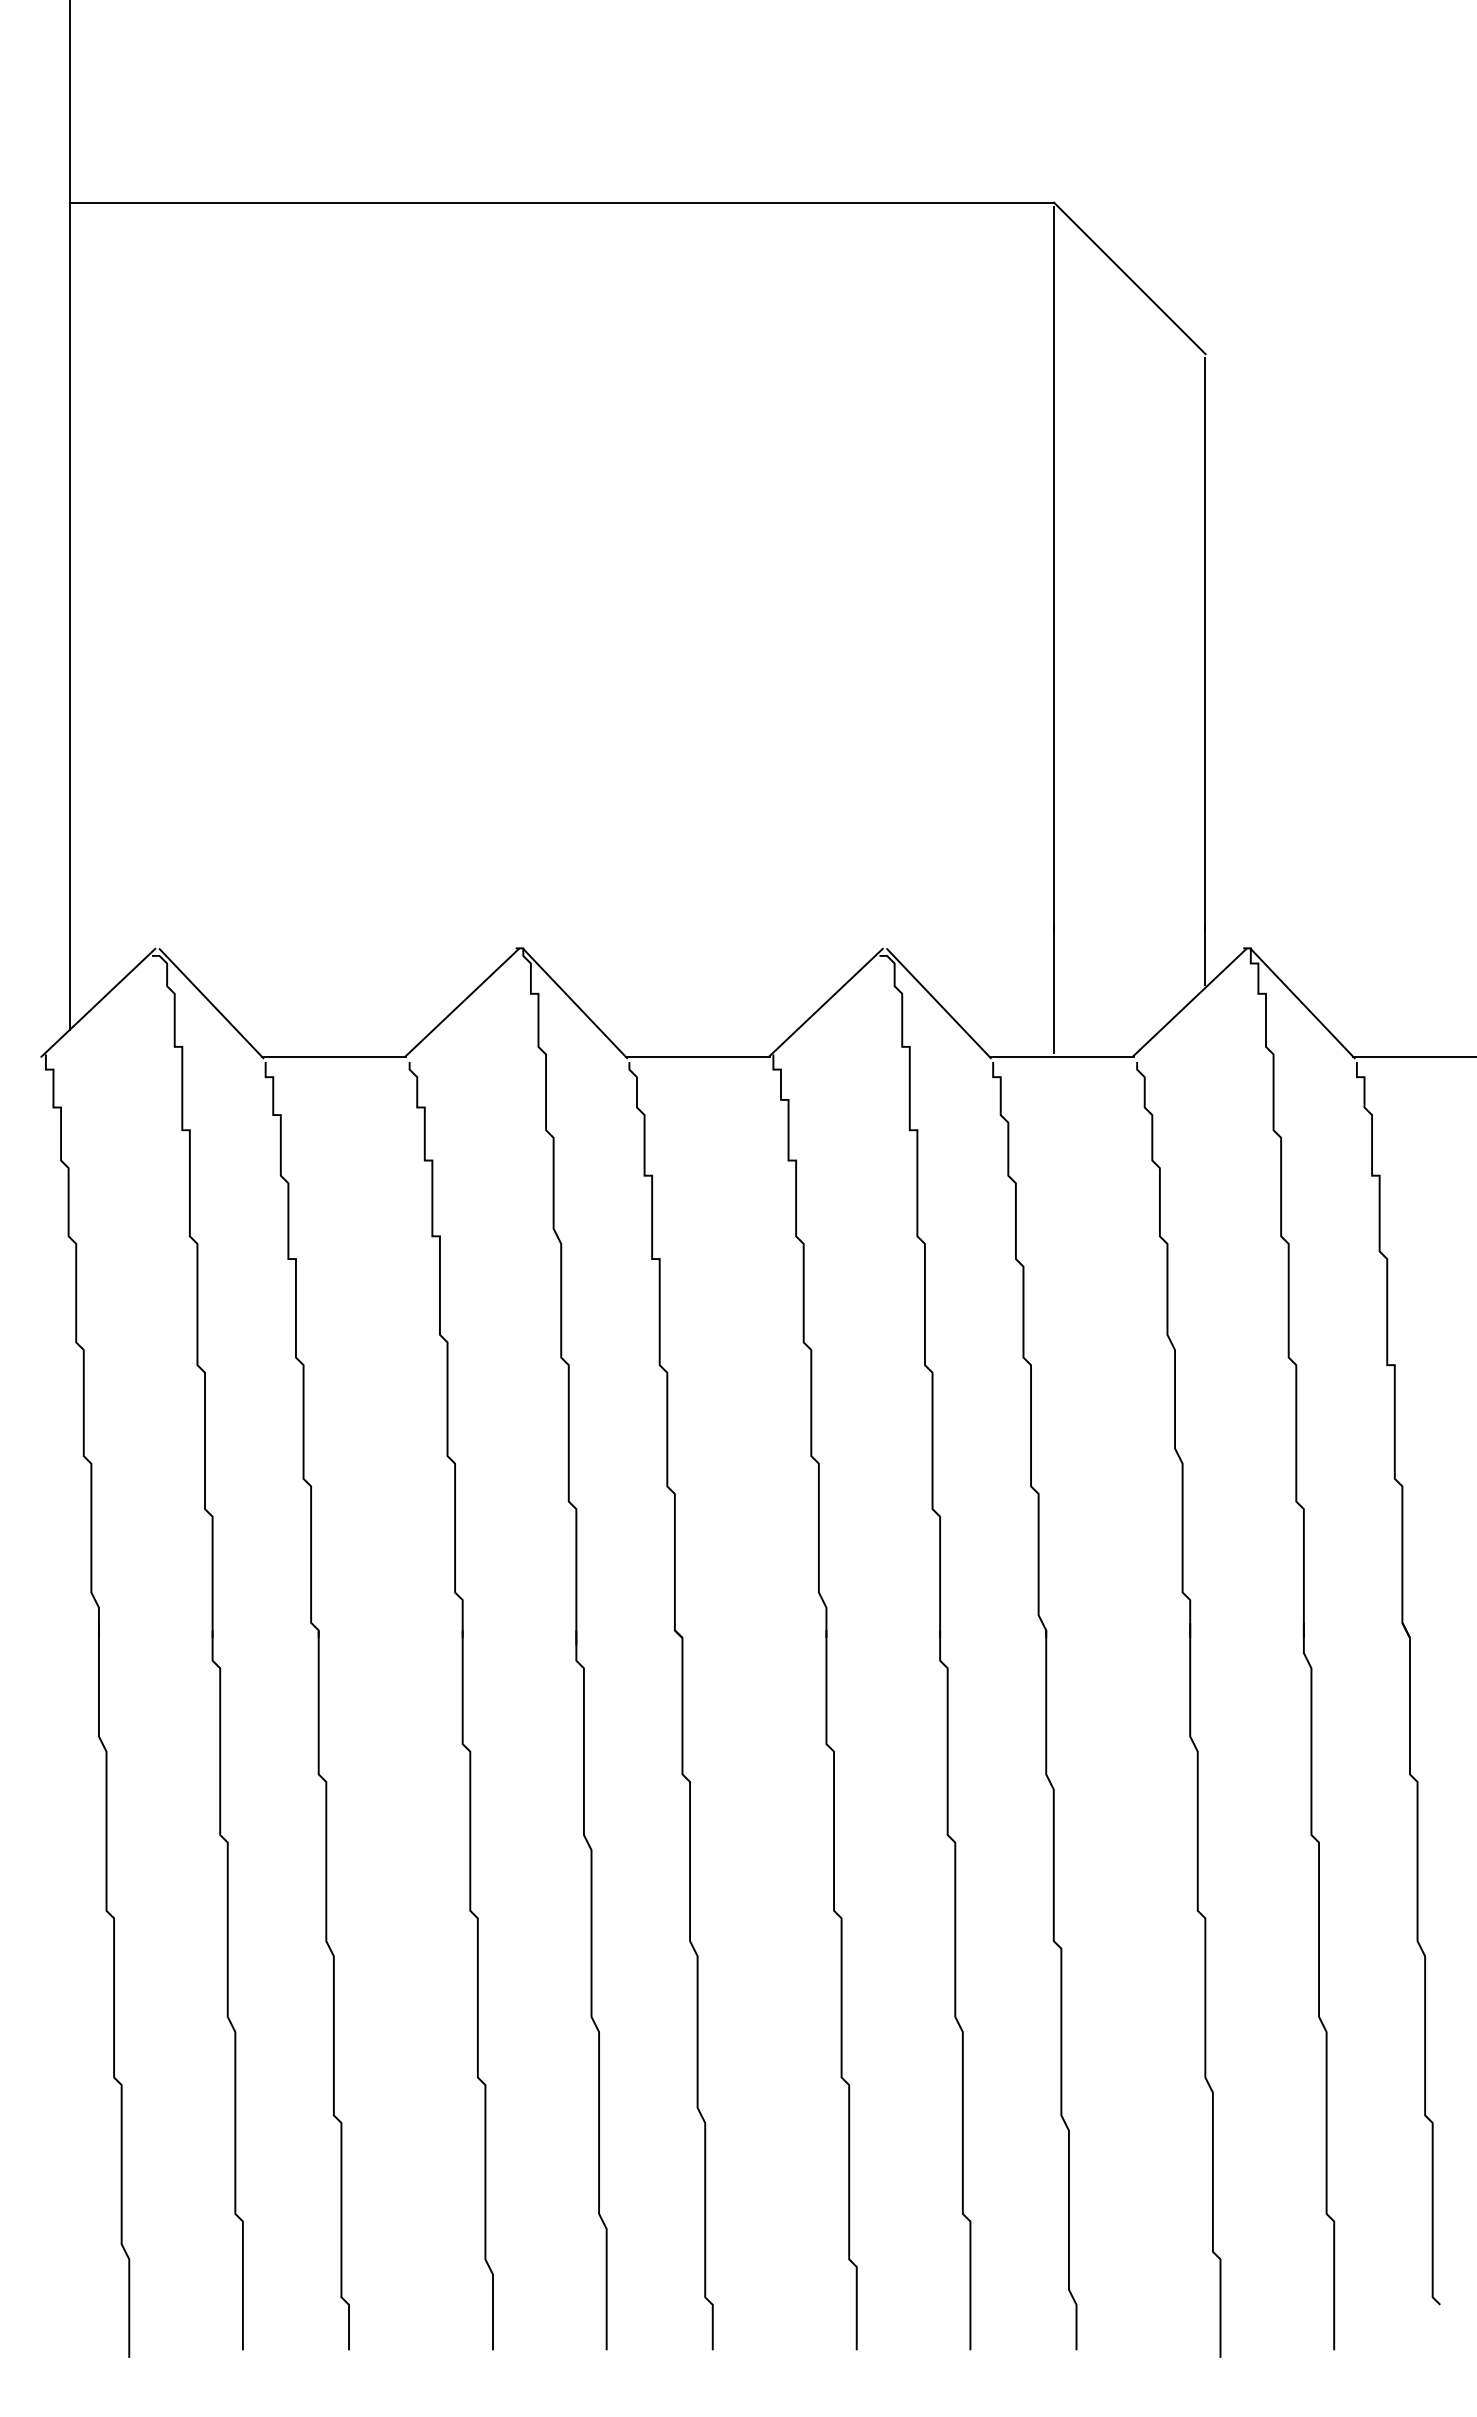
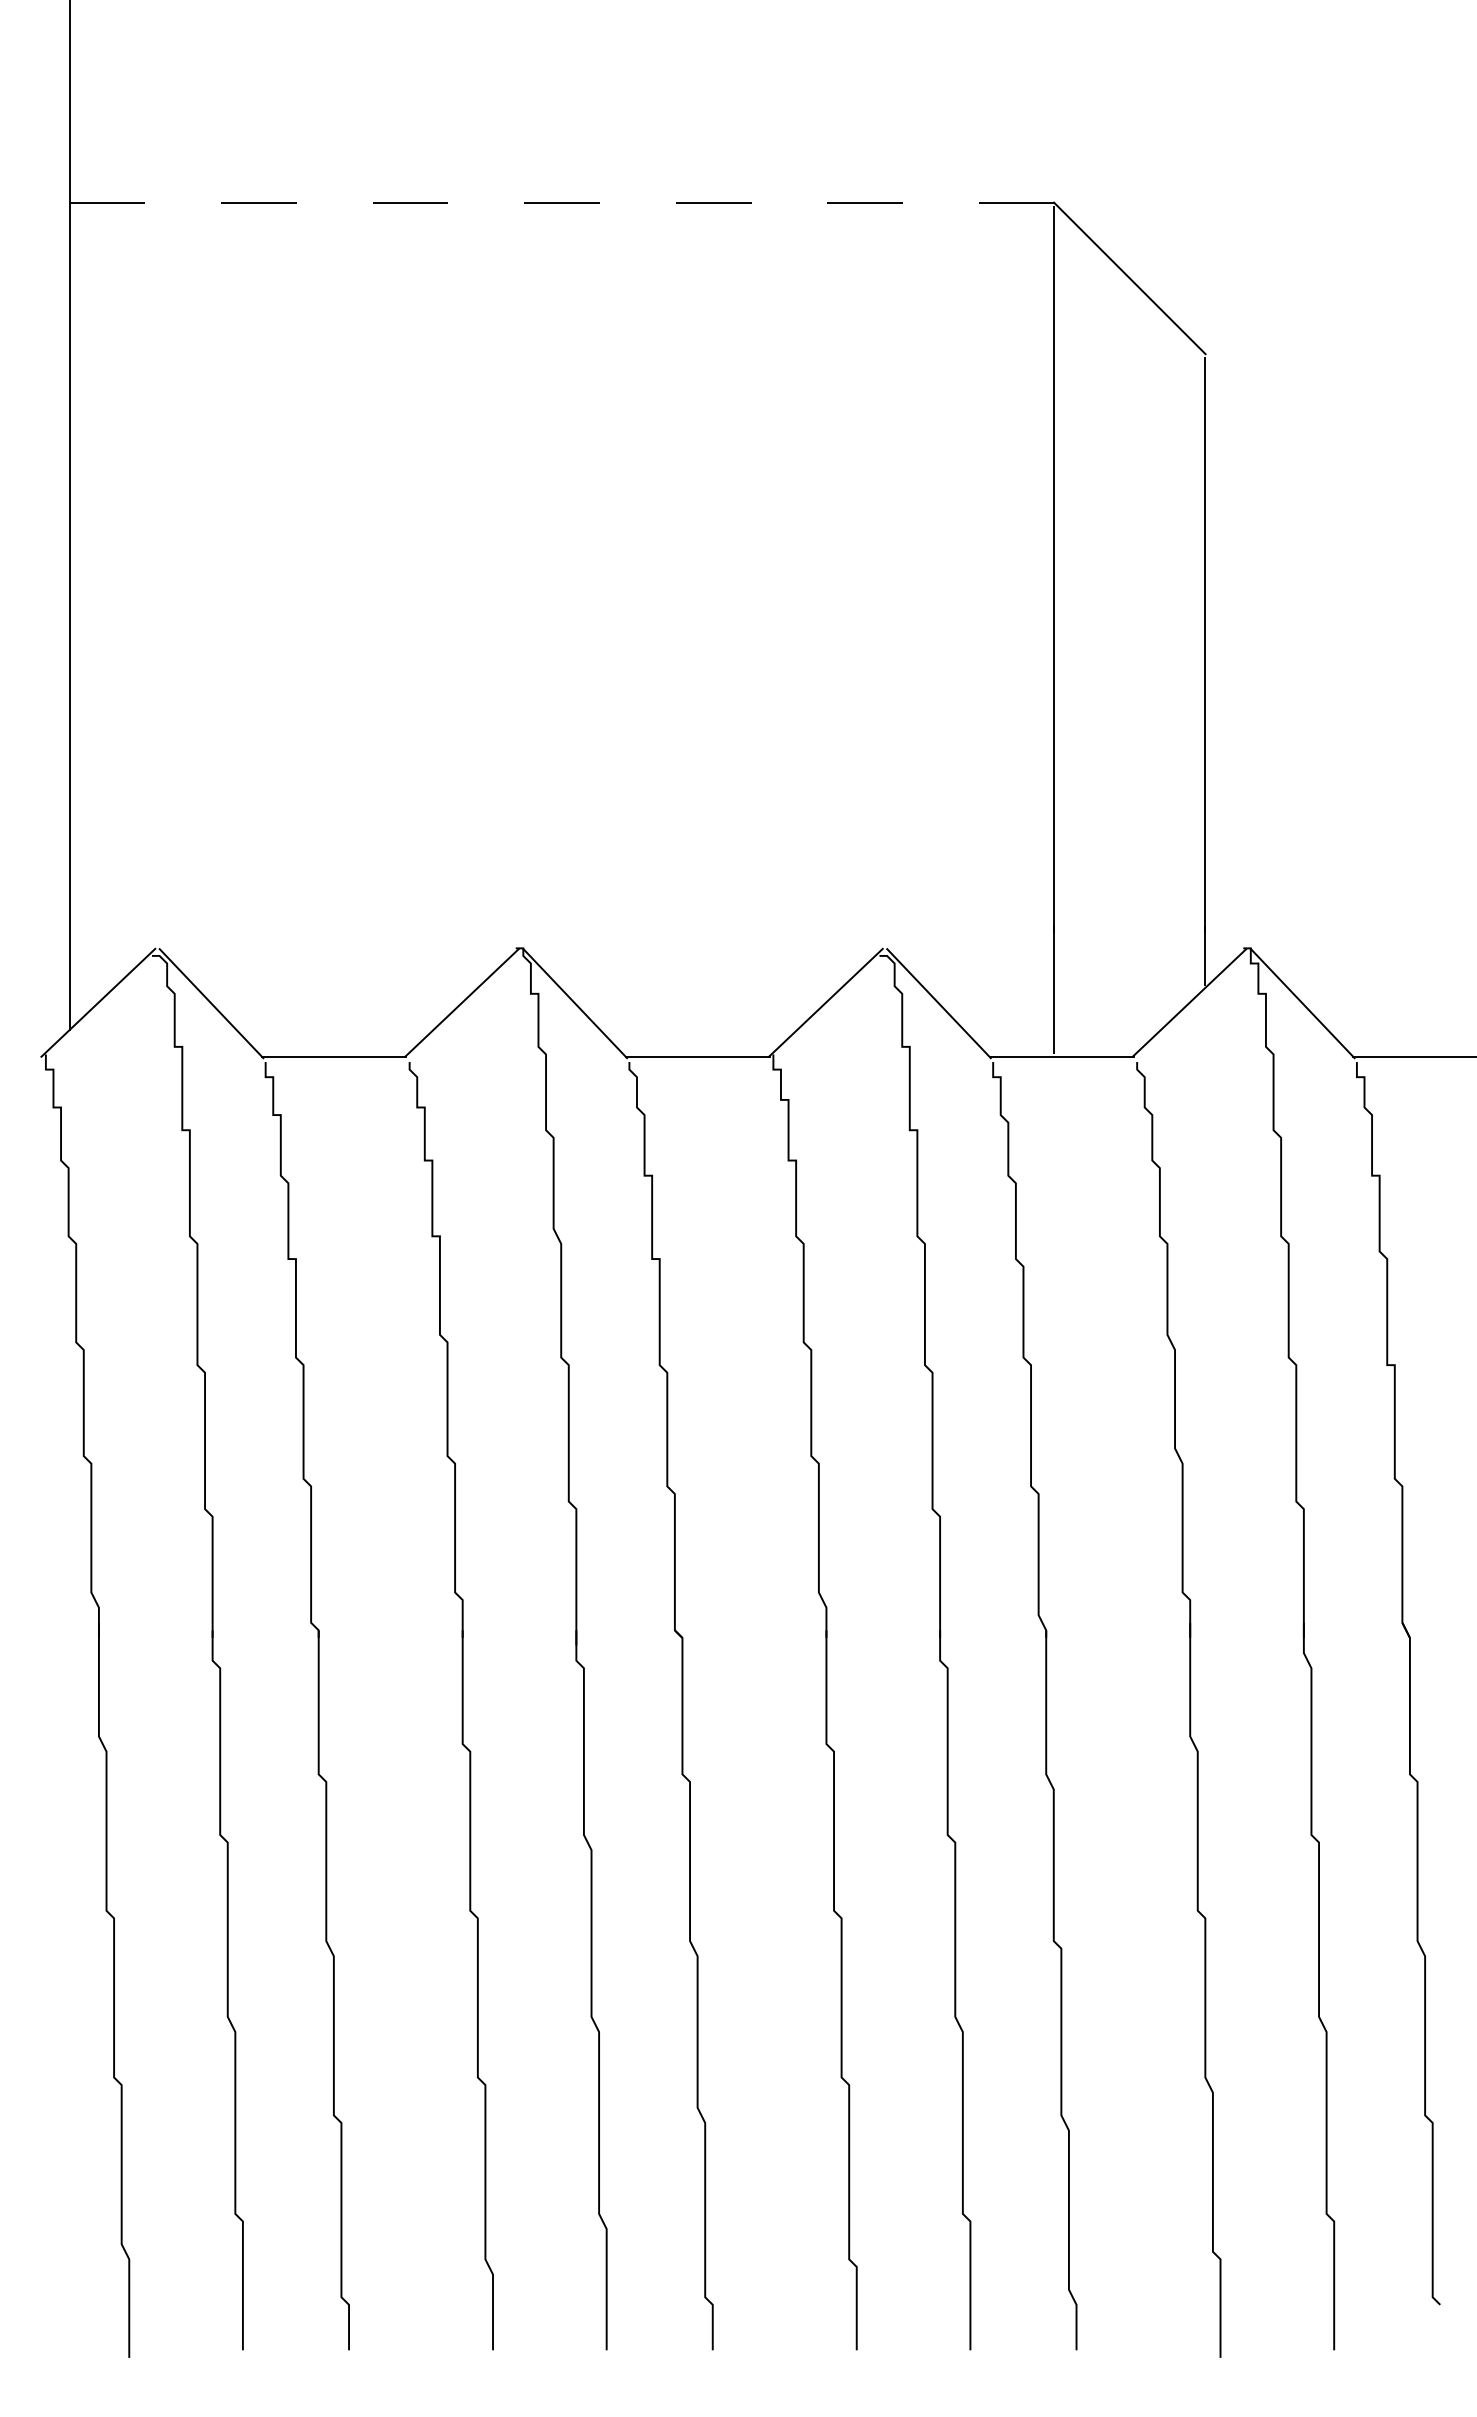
line at (562, 202): solid -> dashed
